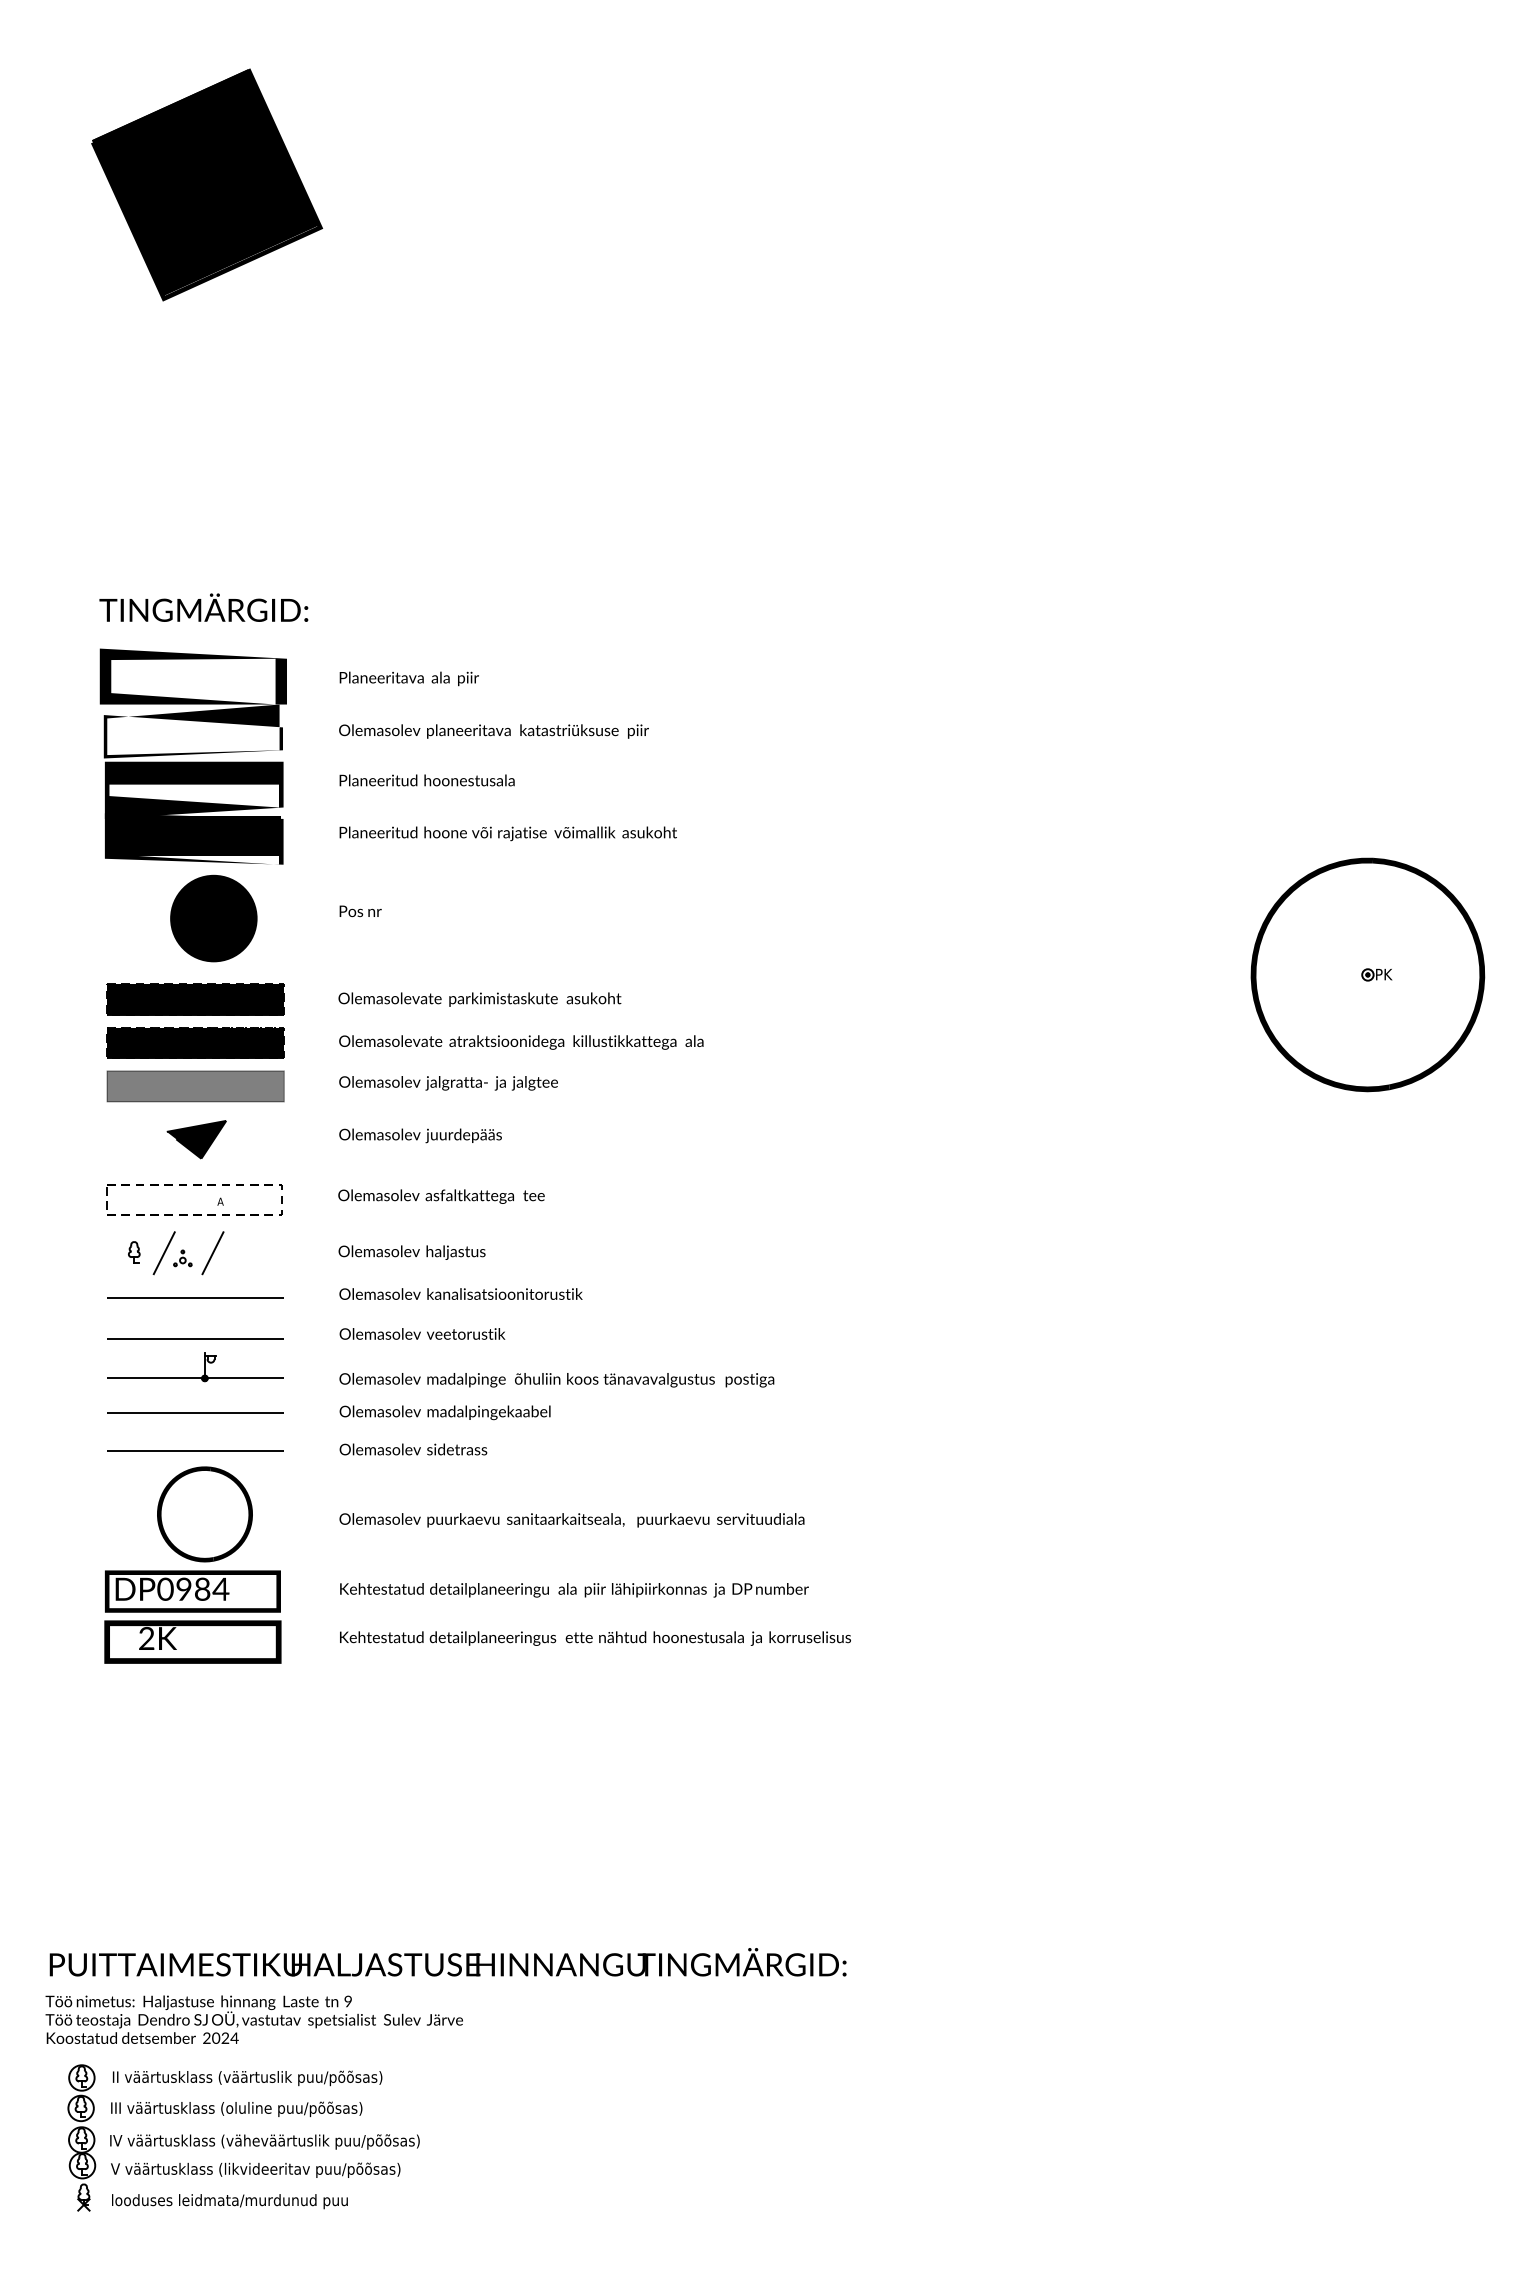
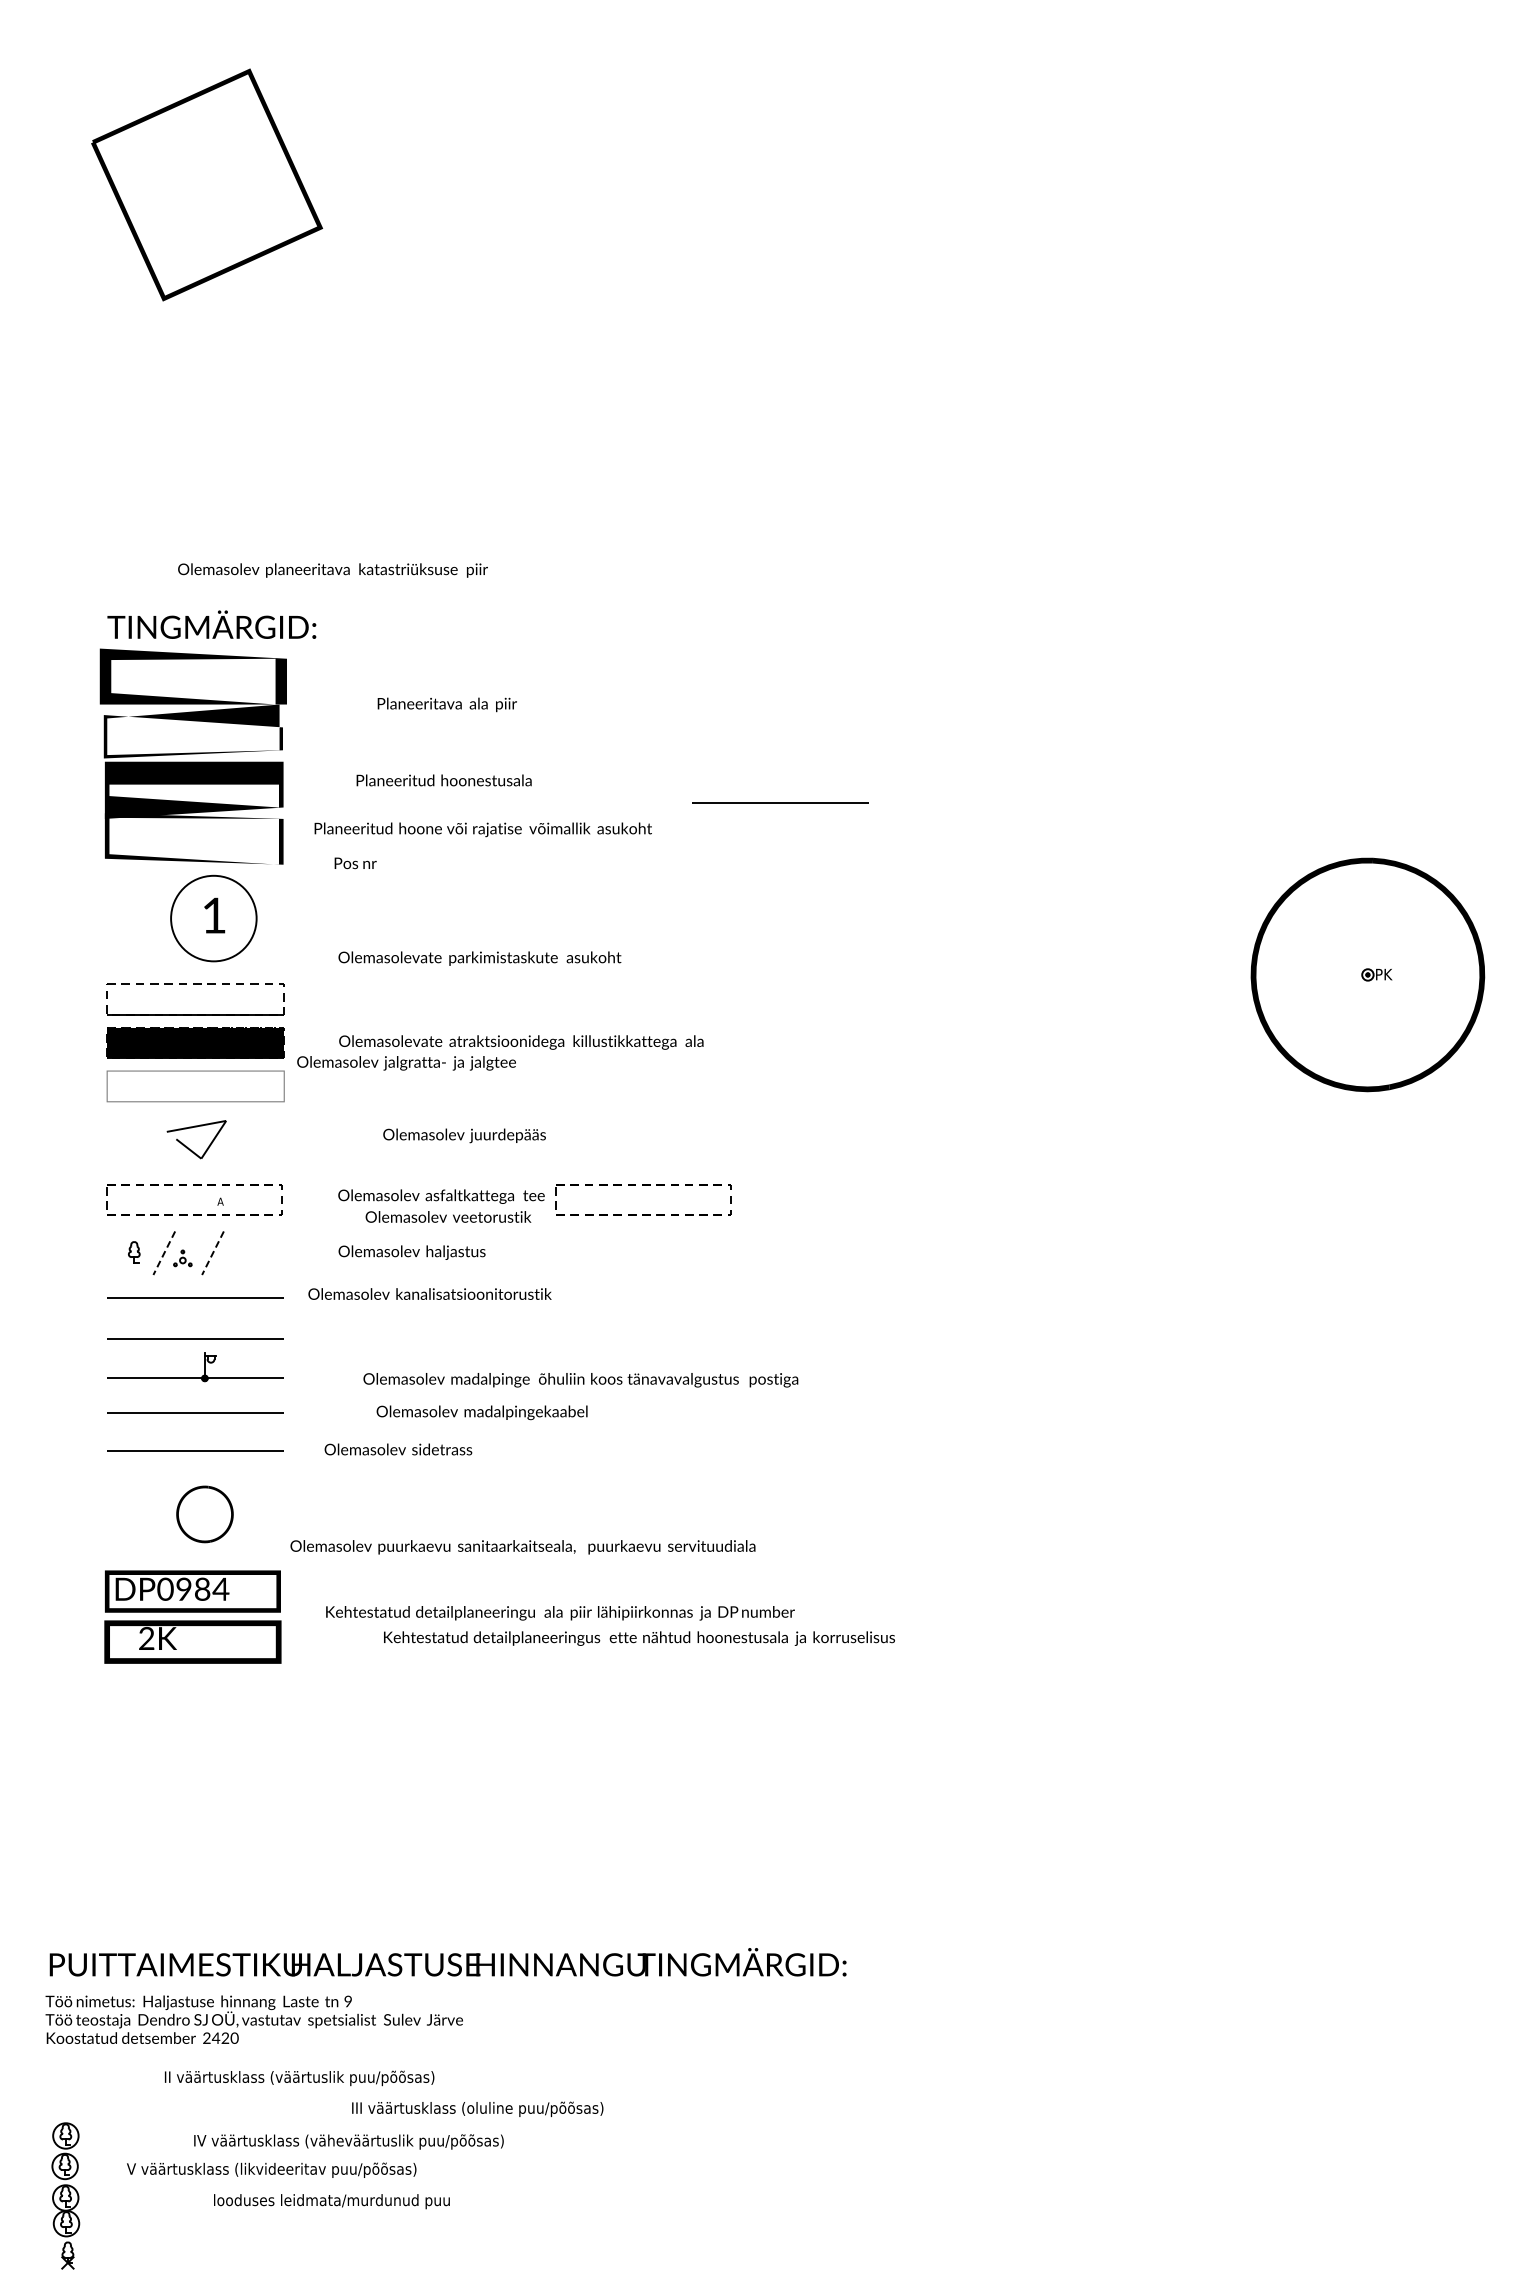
fill at (205, 182): present -> none
text at (203, 607) position: (203, 607) -> (211, 624)
text at (408, 678) position: (408, 678) -> (446, 704)
text at (493, 731) position: (493, 731) -> (332, 570)
text at (426, 780) position: (426, 780) -> (443, 780)
line at (780, 802): none -> present
text at (507, 833) position: (507, 833) -> (482, 829)
fill at (194, 835): present -> none
text at (360, 911) position: (360, 911) -> (355, 863)
fill at (213, 918): present -> none
fill at (195, 999): present -> none
text at (479, 999) position: (479, 999) -> (479, 958)
text at (448, 1083) position: (448, 1083) -> (406, 1063)
fill at (195, 1086): present -> none
text at (420, 1135) position: (420, 1135) -> (464, 1135)
fill at (196, 1139): present -> none
part at (643, 1185): none -> present
line at (164, 1253): solid -> dashed
line at (212, 1253): solid -> dashed
text at (460, 1293) position: (460, 1293) -> (429, 1293)
text at (422, 1333) position: (422, 1333) -> (448, 1216)
text at (556, 1380) position: (556, 1380) -> (580, 1380)
text at (444, 1412) position: (444, 1412) -> (481, 1412)
text at (413, 1449) position: (413, 1449) -> (398, 1449)
part at (204, 1514) size: 96x97 px -> 58x59 px
text at (571, 1520) position: (571, 1520) -> (522, 1547)
text at (574, 1590) position: (574, 1590) -> (560, 1613)
text at (595, 1638) position: (595, 1638) -> (639, 1638)
text at (224, 2037): 2024 -> 2420
text at (247, 2078) position: (247, 2078) -> (299, 2078)
text at (236, 2108) position: (236, 2108) -> (477, 2108)
part at (81, 2137) position: (81, 2137) -> (65, 2195)
text at (264, 2141) position: (264, 2141) -> (348, 2141)
text at (255, 2169) position: (255, 2169) -> (271, 2169)
text at (229, 2201) position: (229, 2201) -> (331, 2201)
